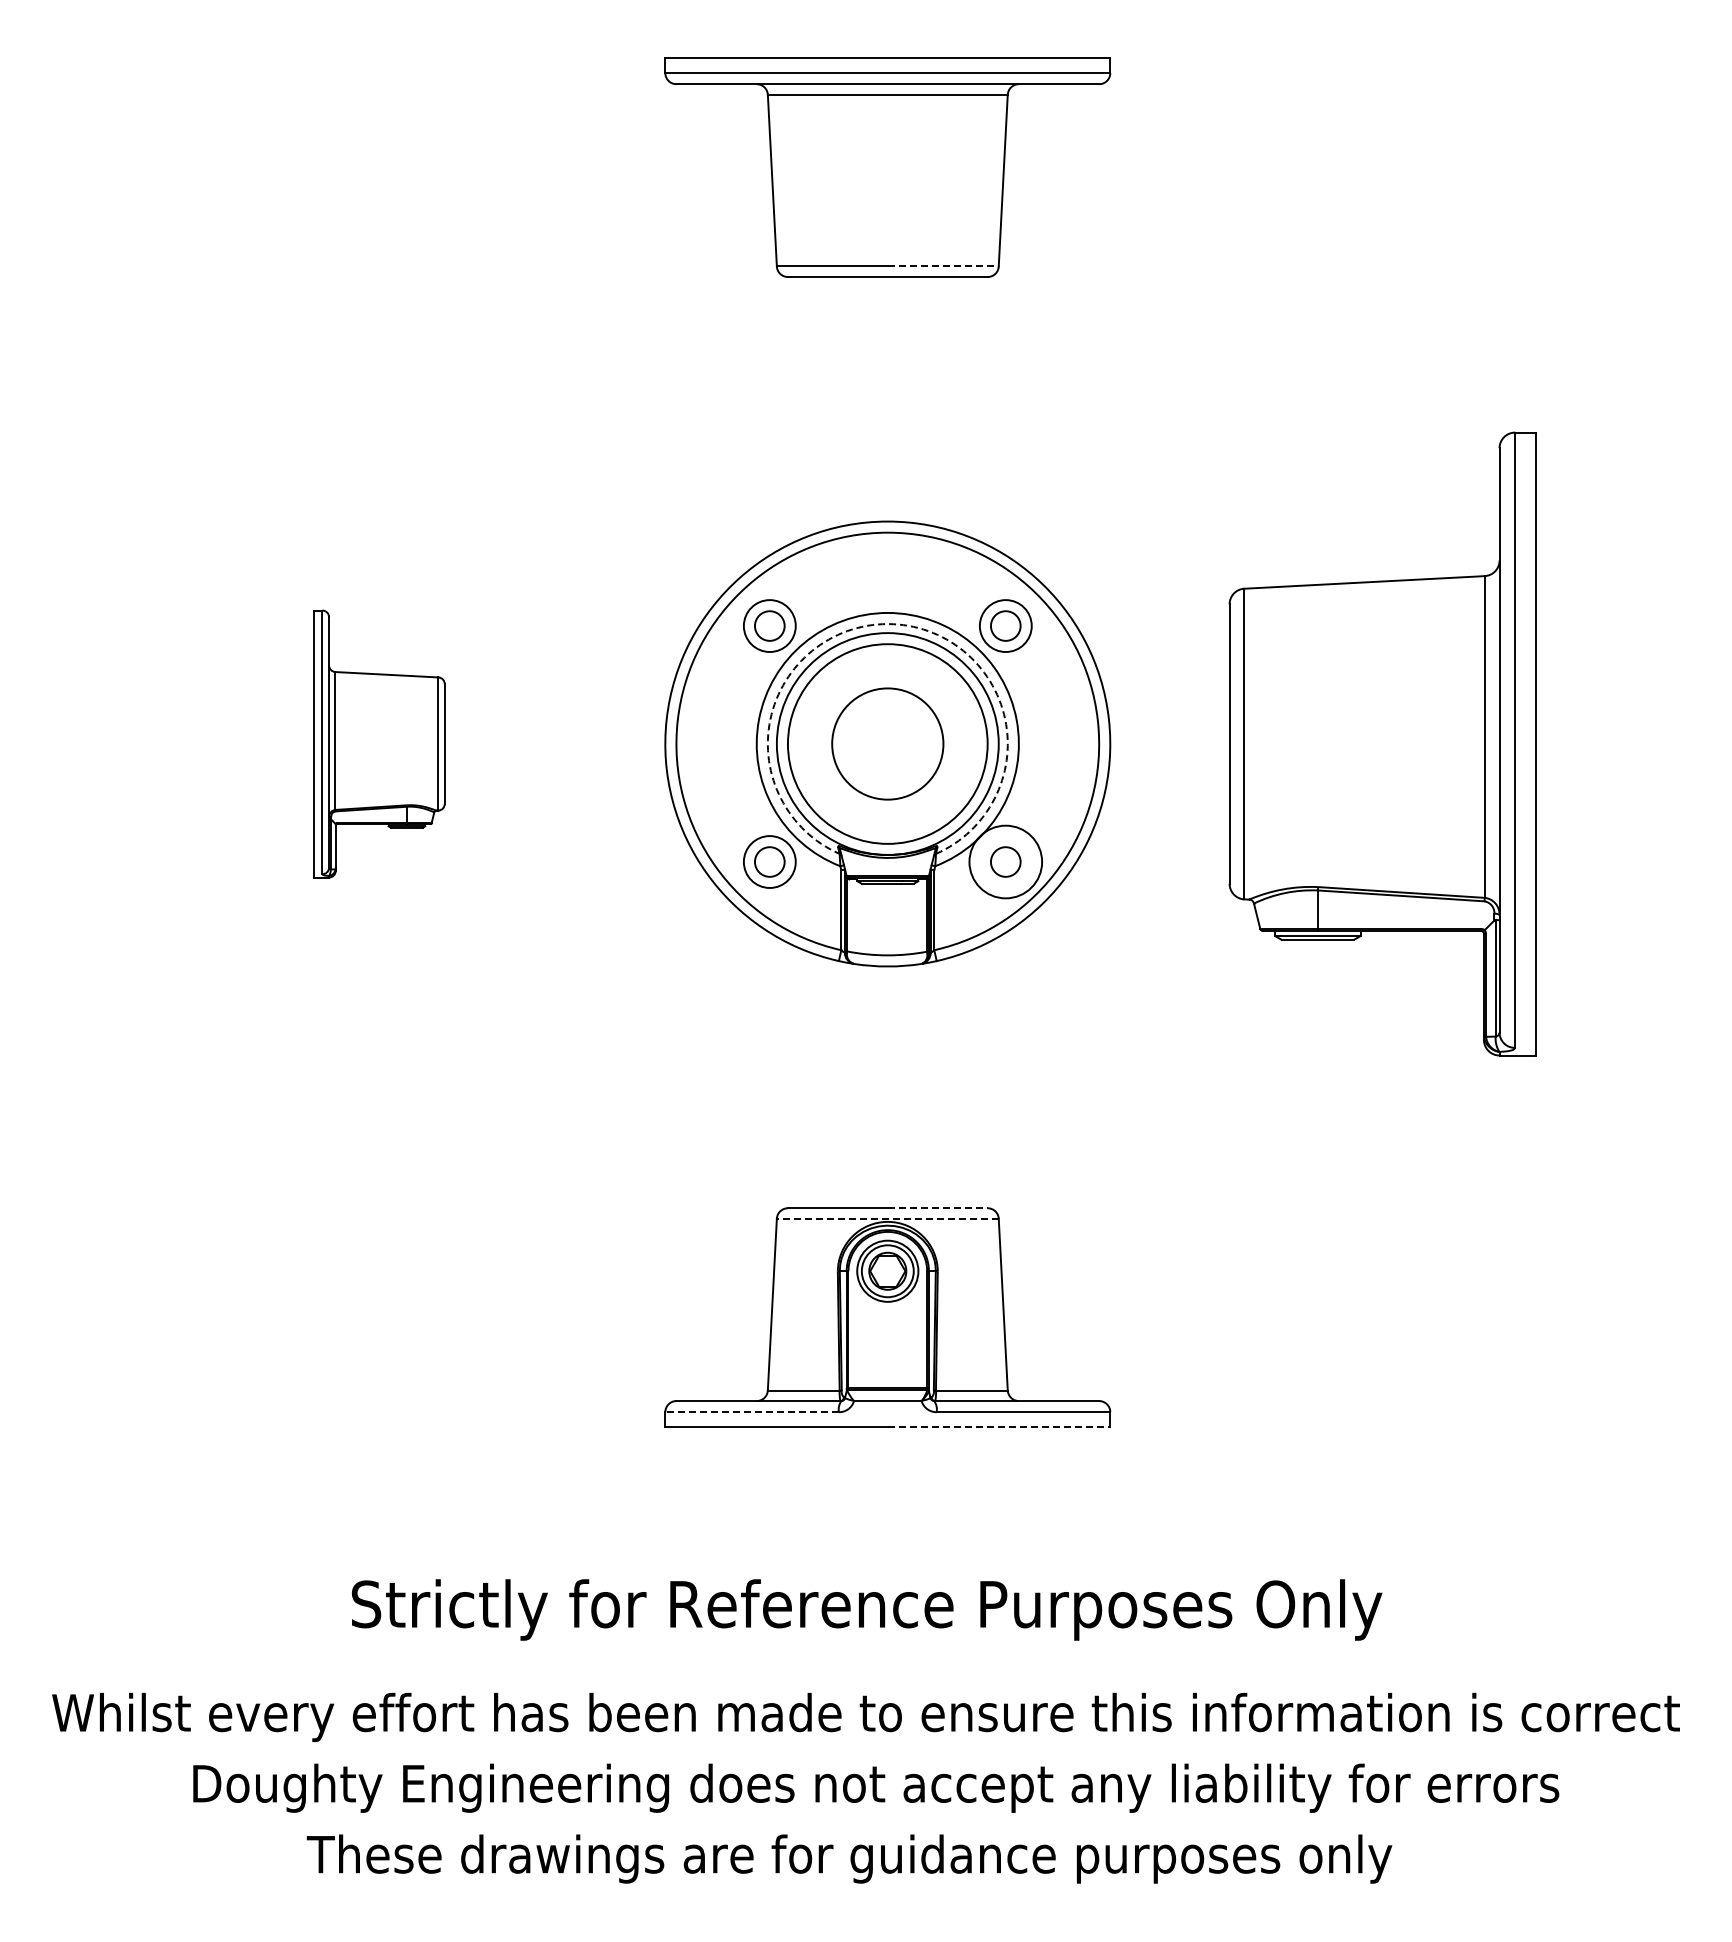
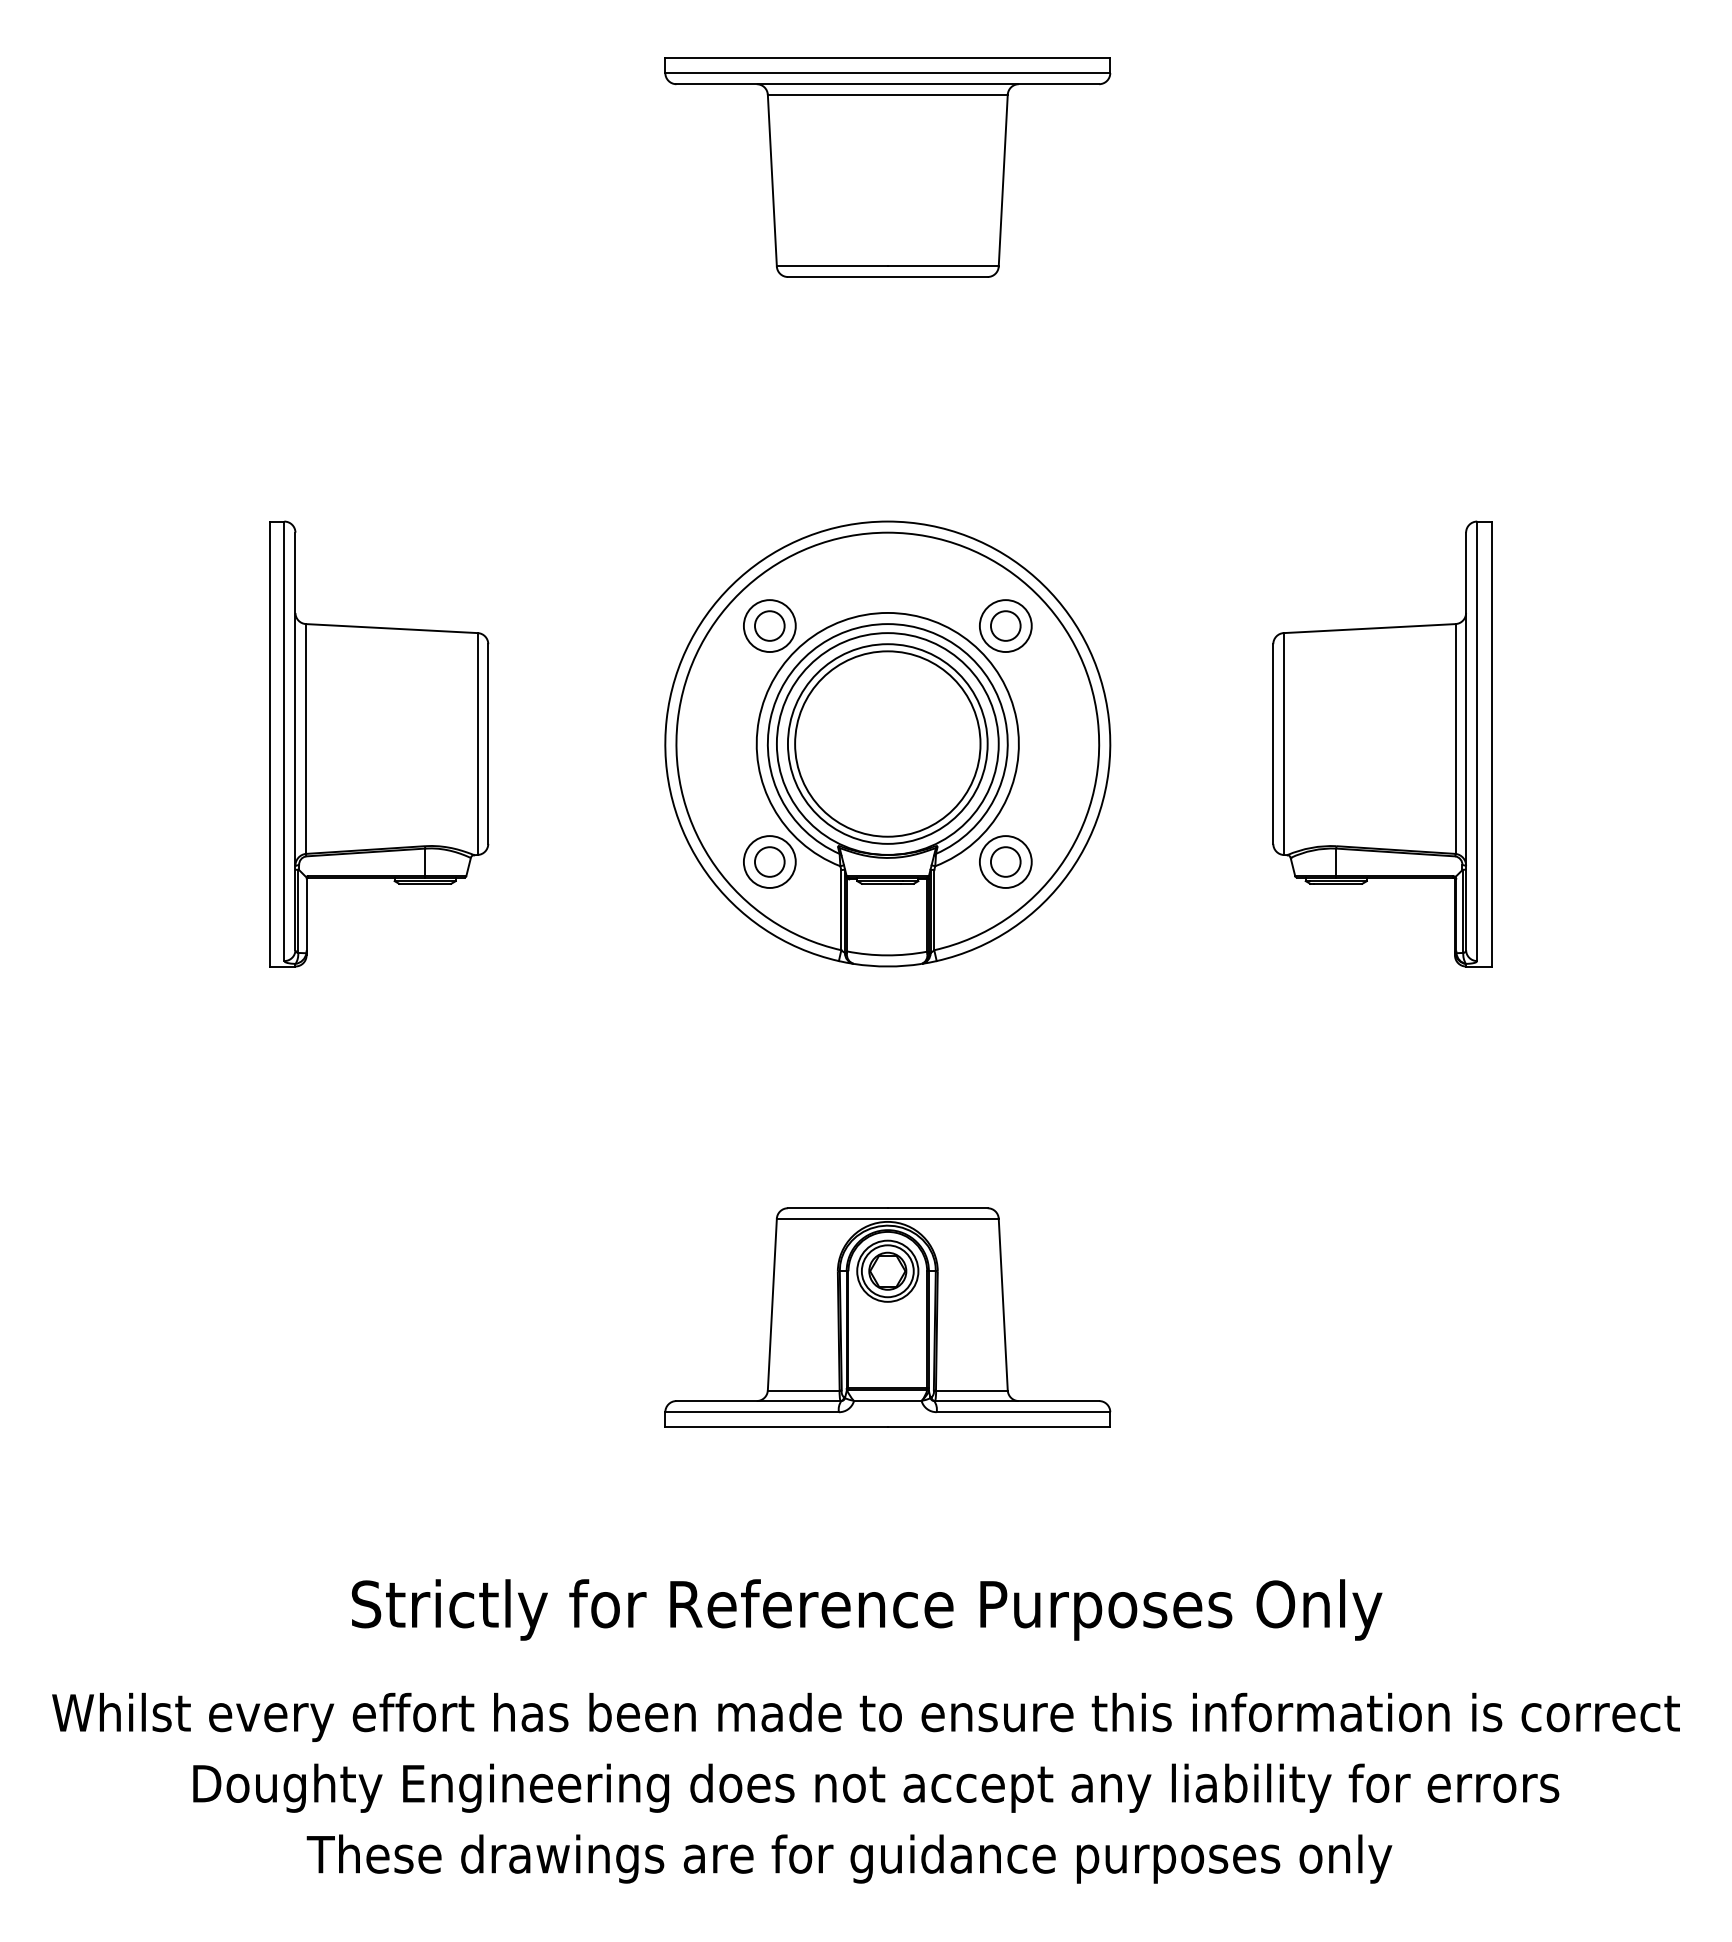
line at (943, 266): dashed -> solid
arc at (887, 624): dashed -> solid
part at (379, 743) size: 133x270 px -> 221x448 px
circle at (887, 743) diameter: 111 px -> 185 px
part at (1382, 743) size: 309x626 px -> 221x448 px
circle at (1005, 861) diameter: 73 px -> 52 px
line at (937, 1208): dashed -> solid
line at (887, 1218): dashed -> solid
line at (752, 1412): dashed -> solid
line at (999, 1427): dashed -> solid
